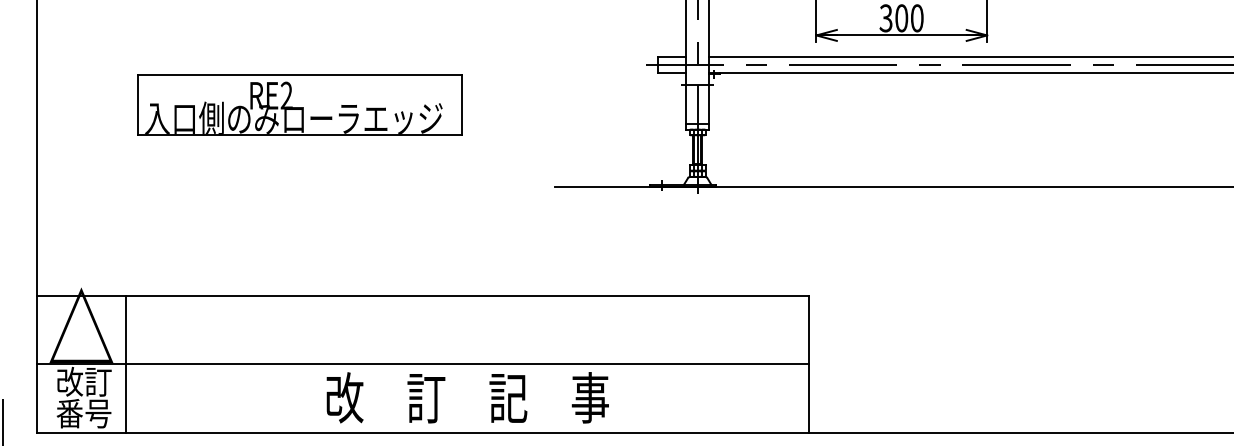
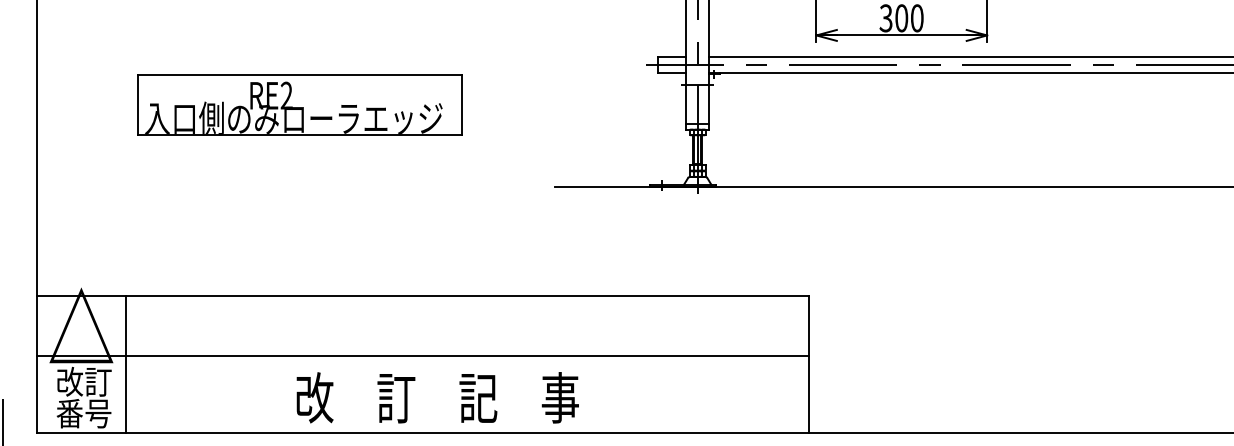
line at (422, 364) position: (422, 364) -> (422, 356)
text at (467, 397) position: (467, 397) -> (437, 397)
